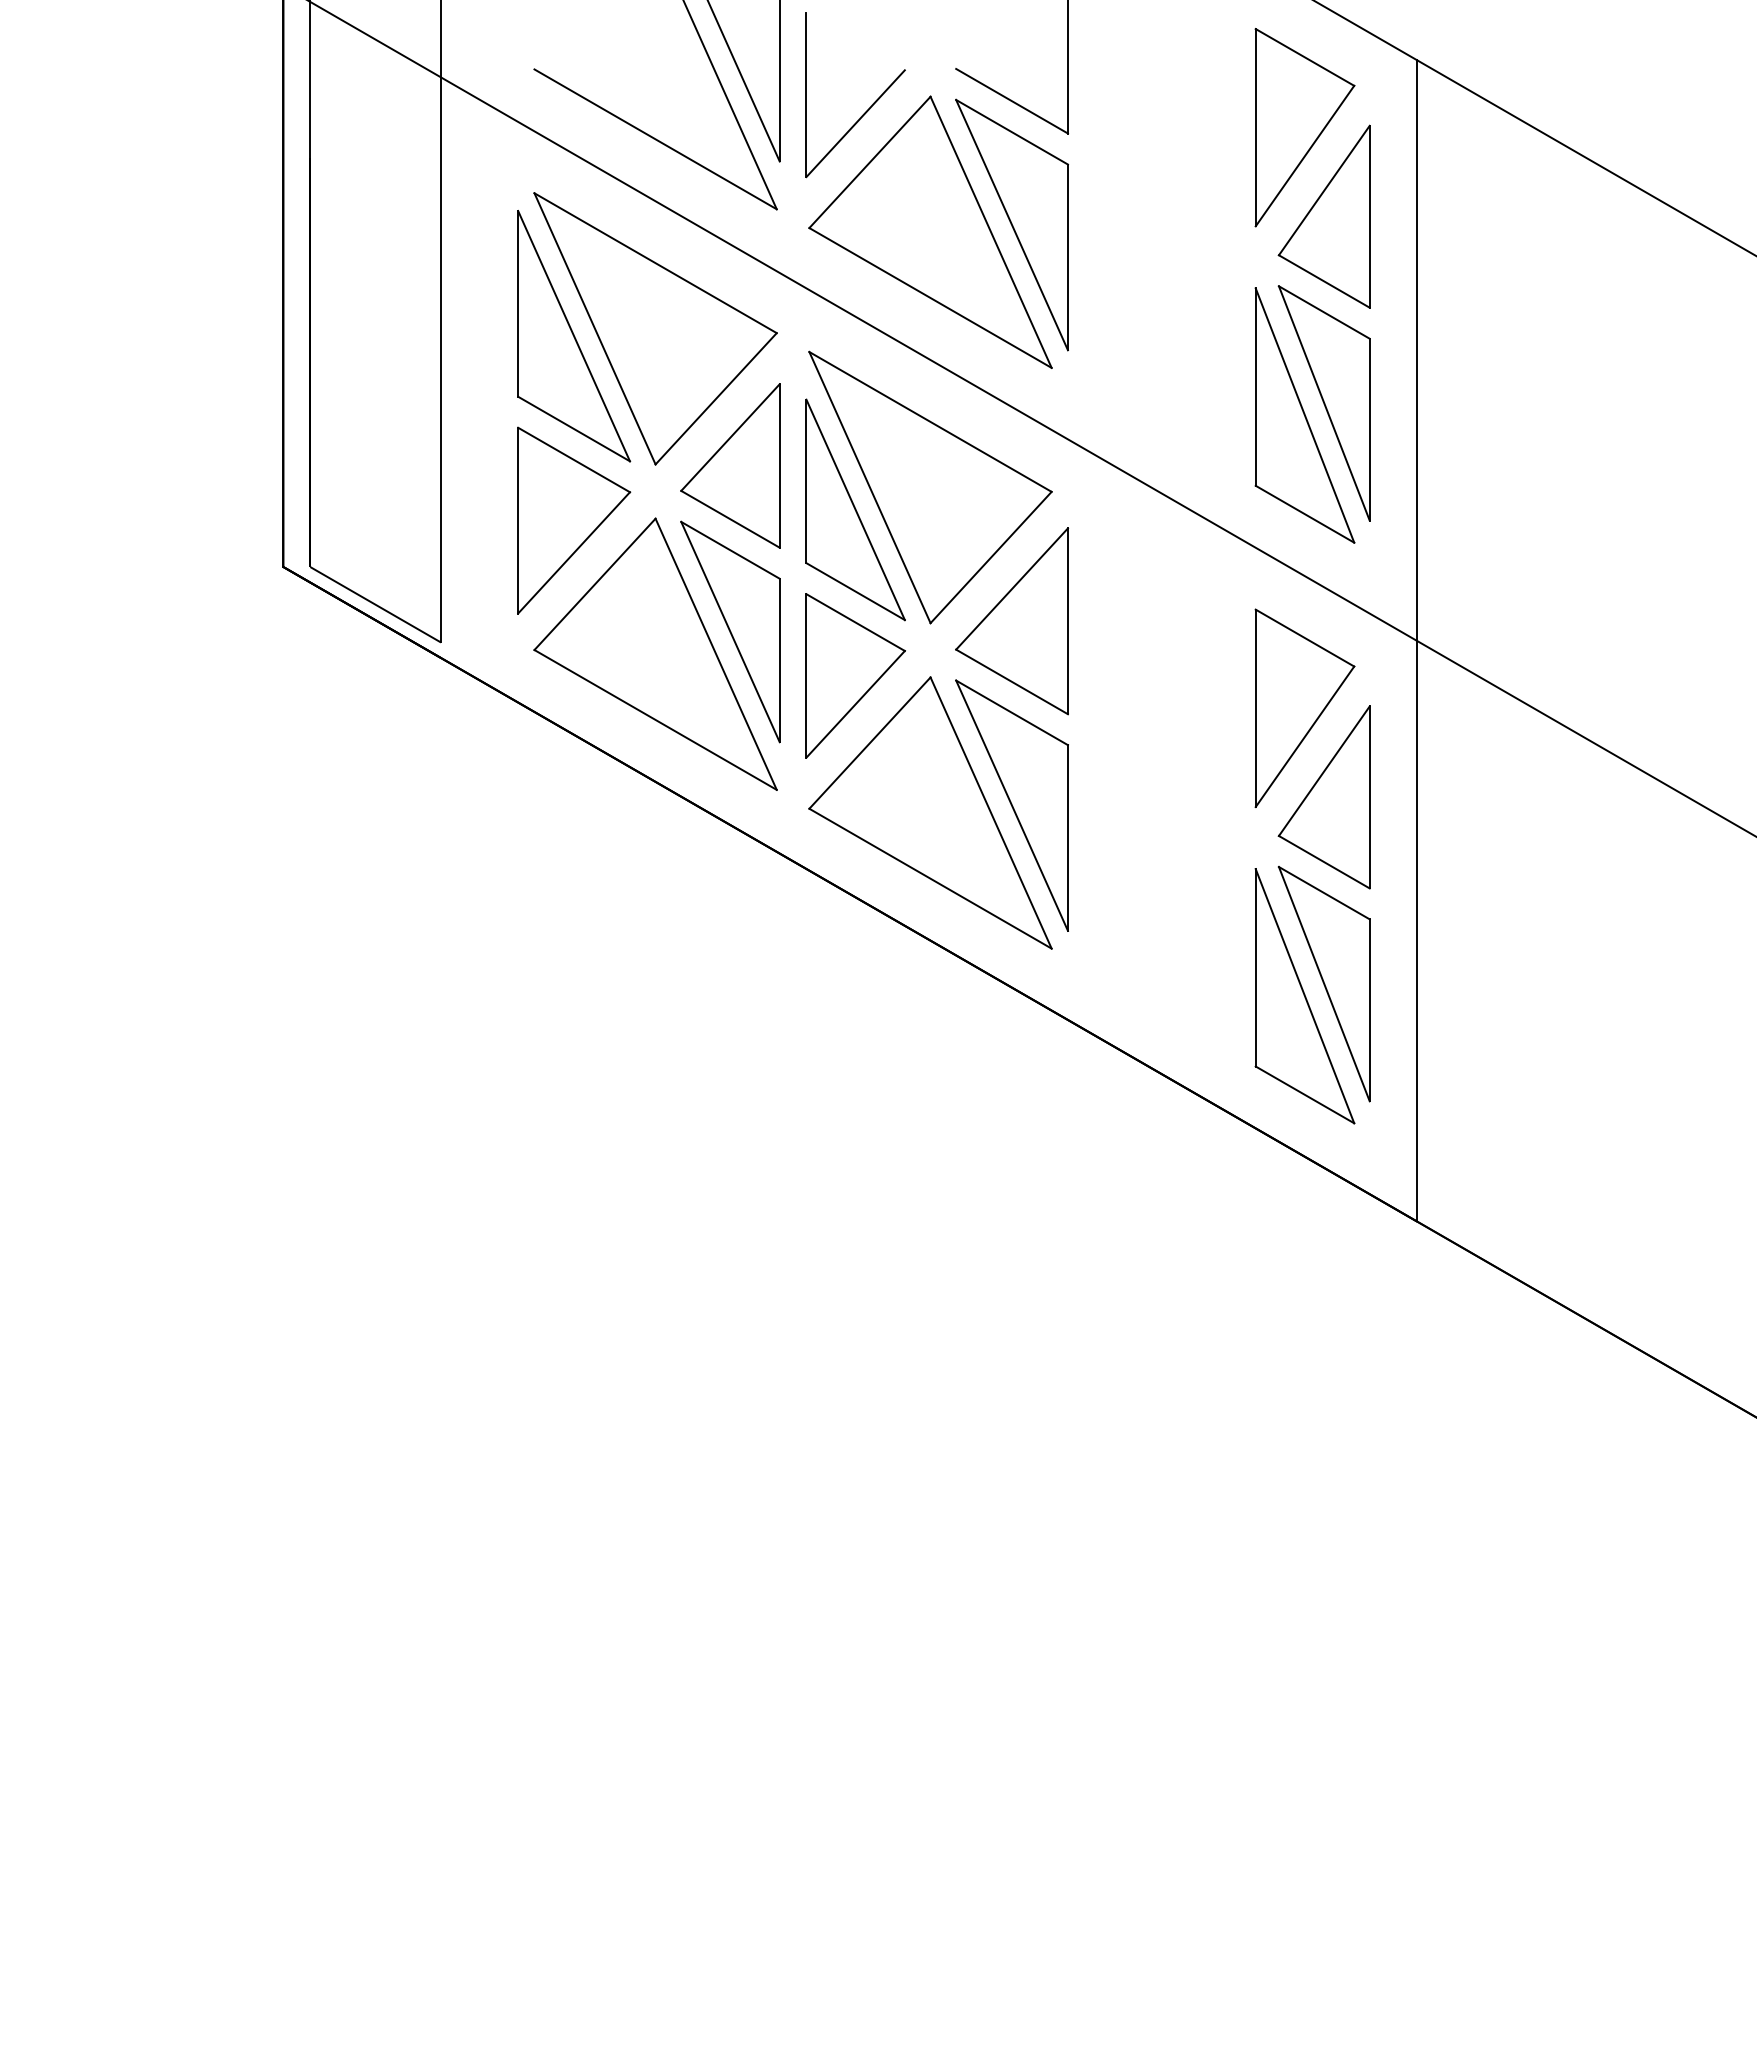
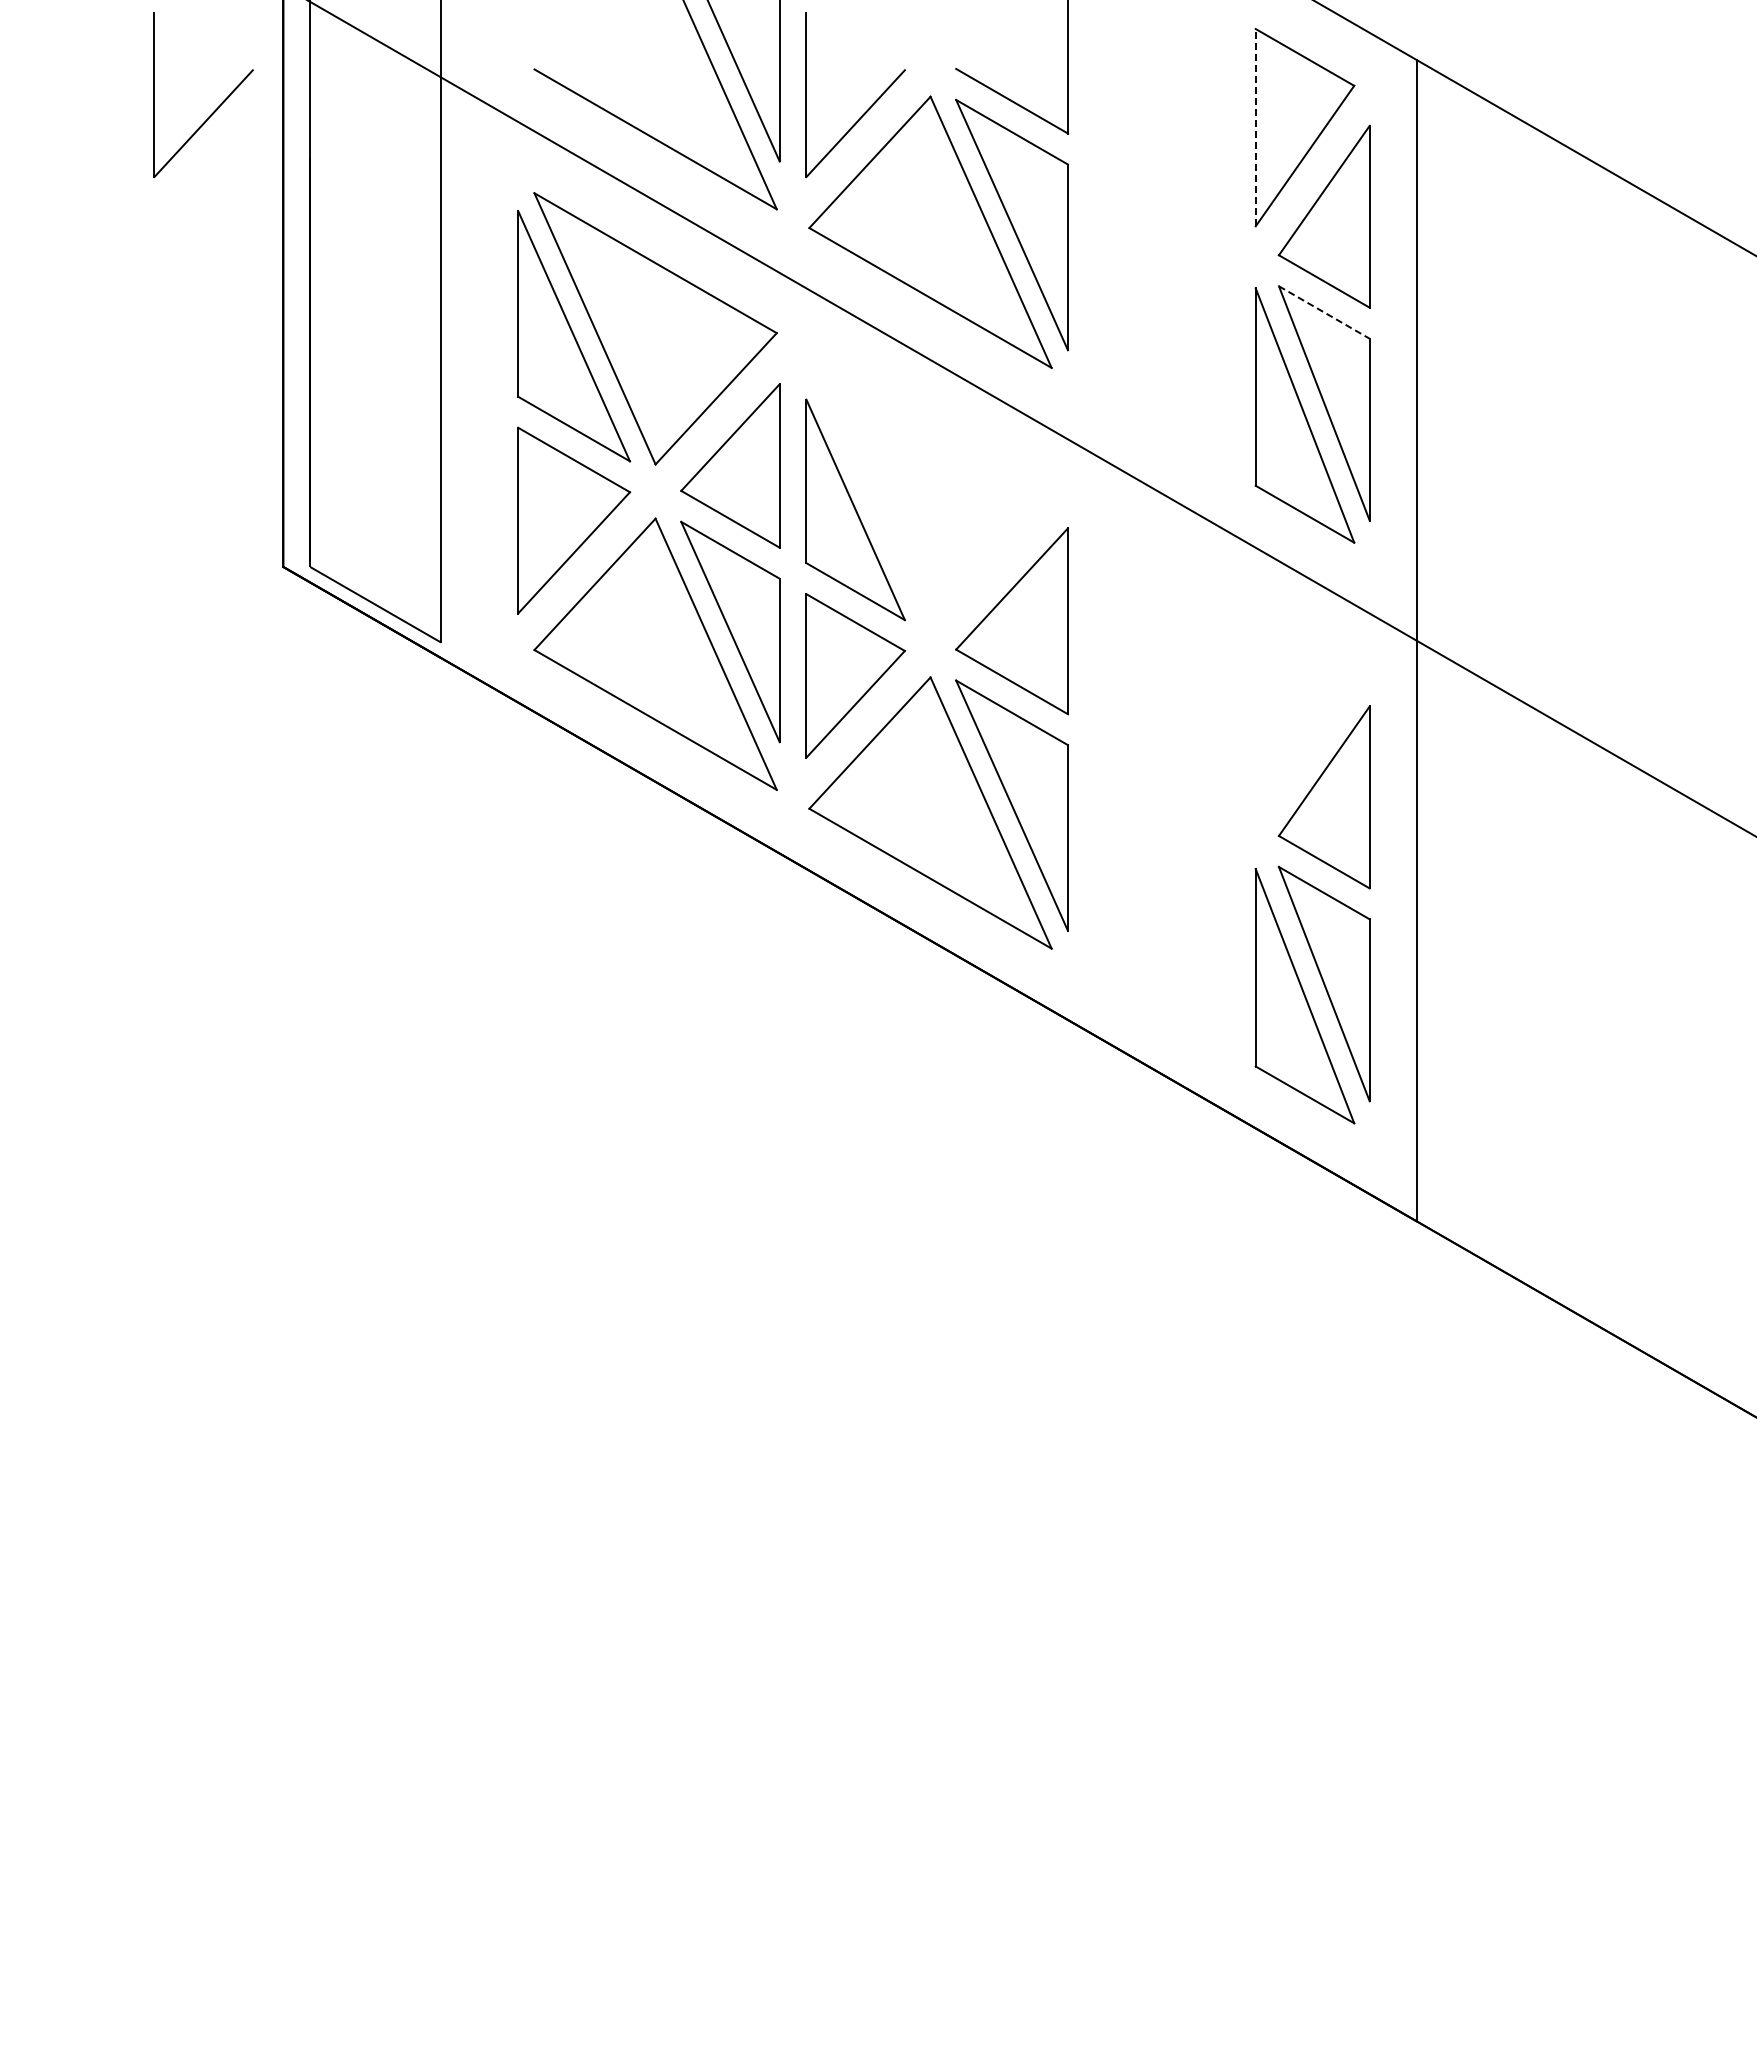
part at (216, 108): none -> present
line at (1255, 127): solid -> dashed
line at (1324, 312): solid -> dashed
part at (930, 487): present -> none
part at (1304, 708): present -> none
